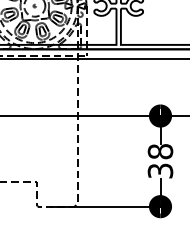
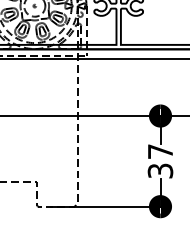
text at (160, 151): 38 -> 37
